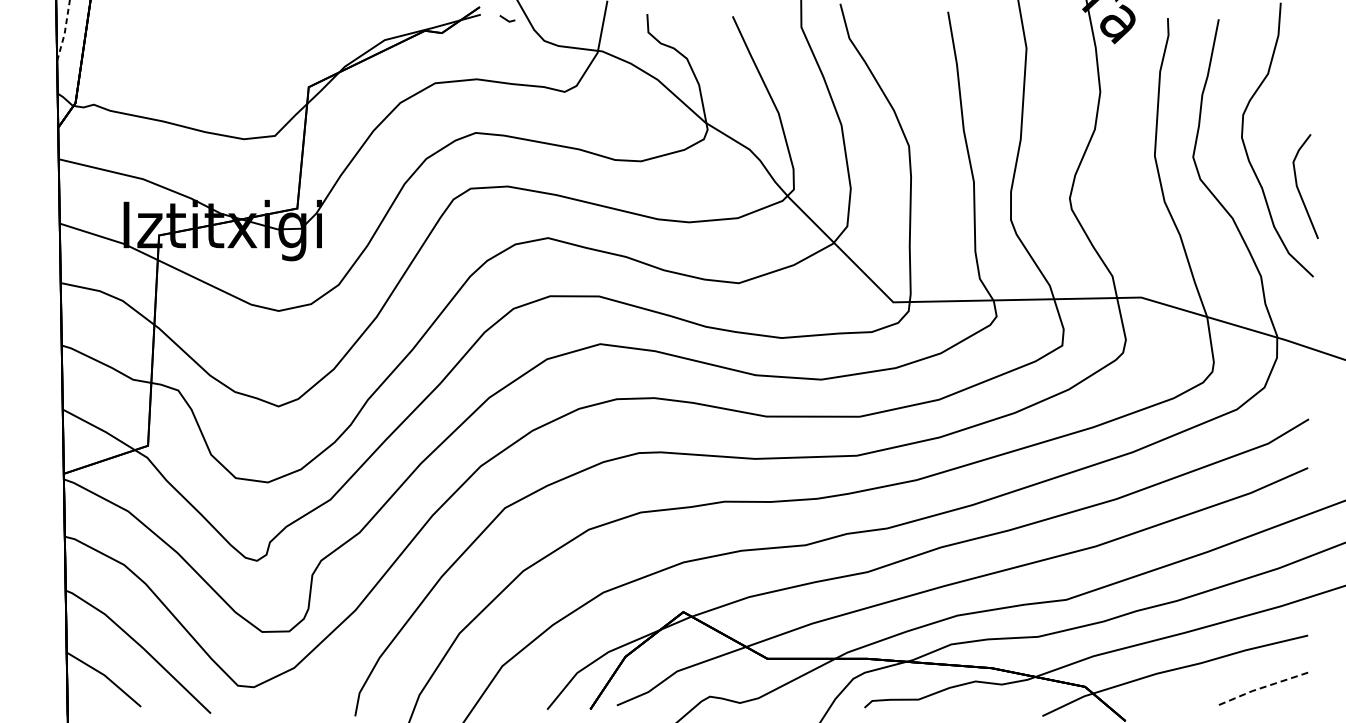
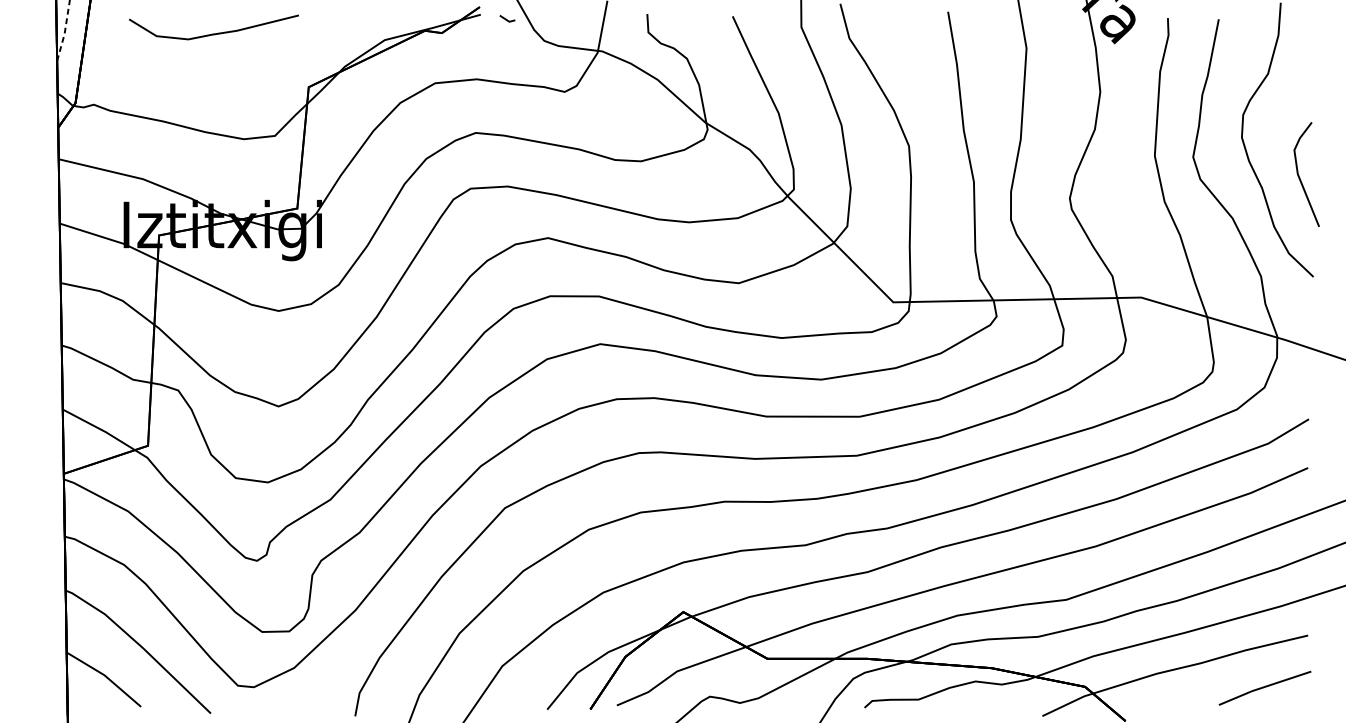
curve at (213, 33): none -> present
line at (1299, 189) position: (1299, 189) -> (1300, 177)
line at (1264, 687): dashed -> solid
